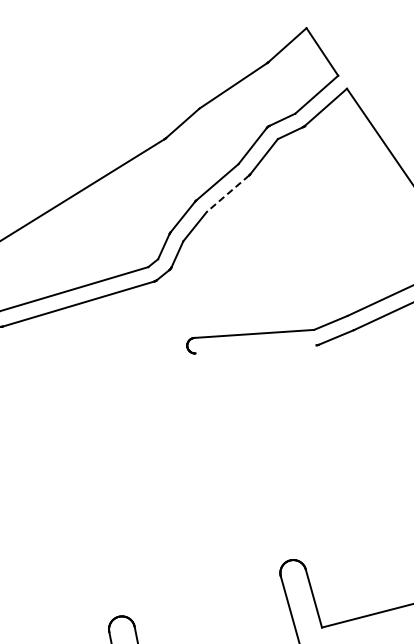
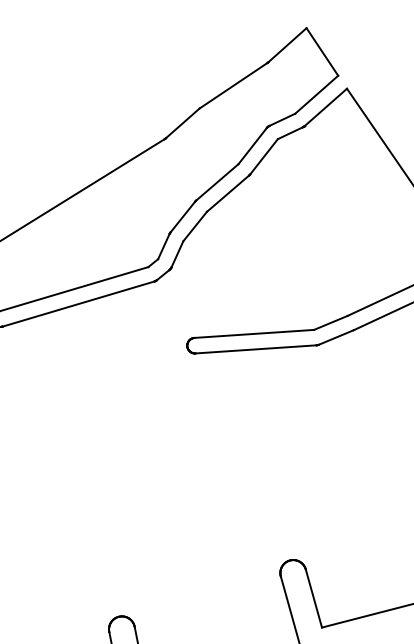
line at (228, 193): dashed -> solid
line at (255, 349): none -> present
